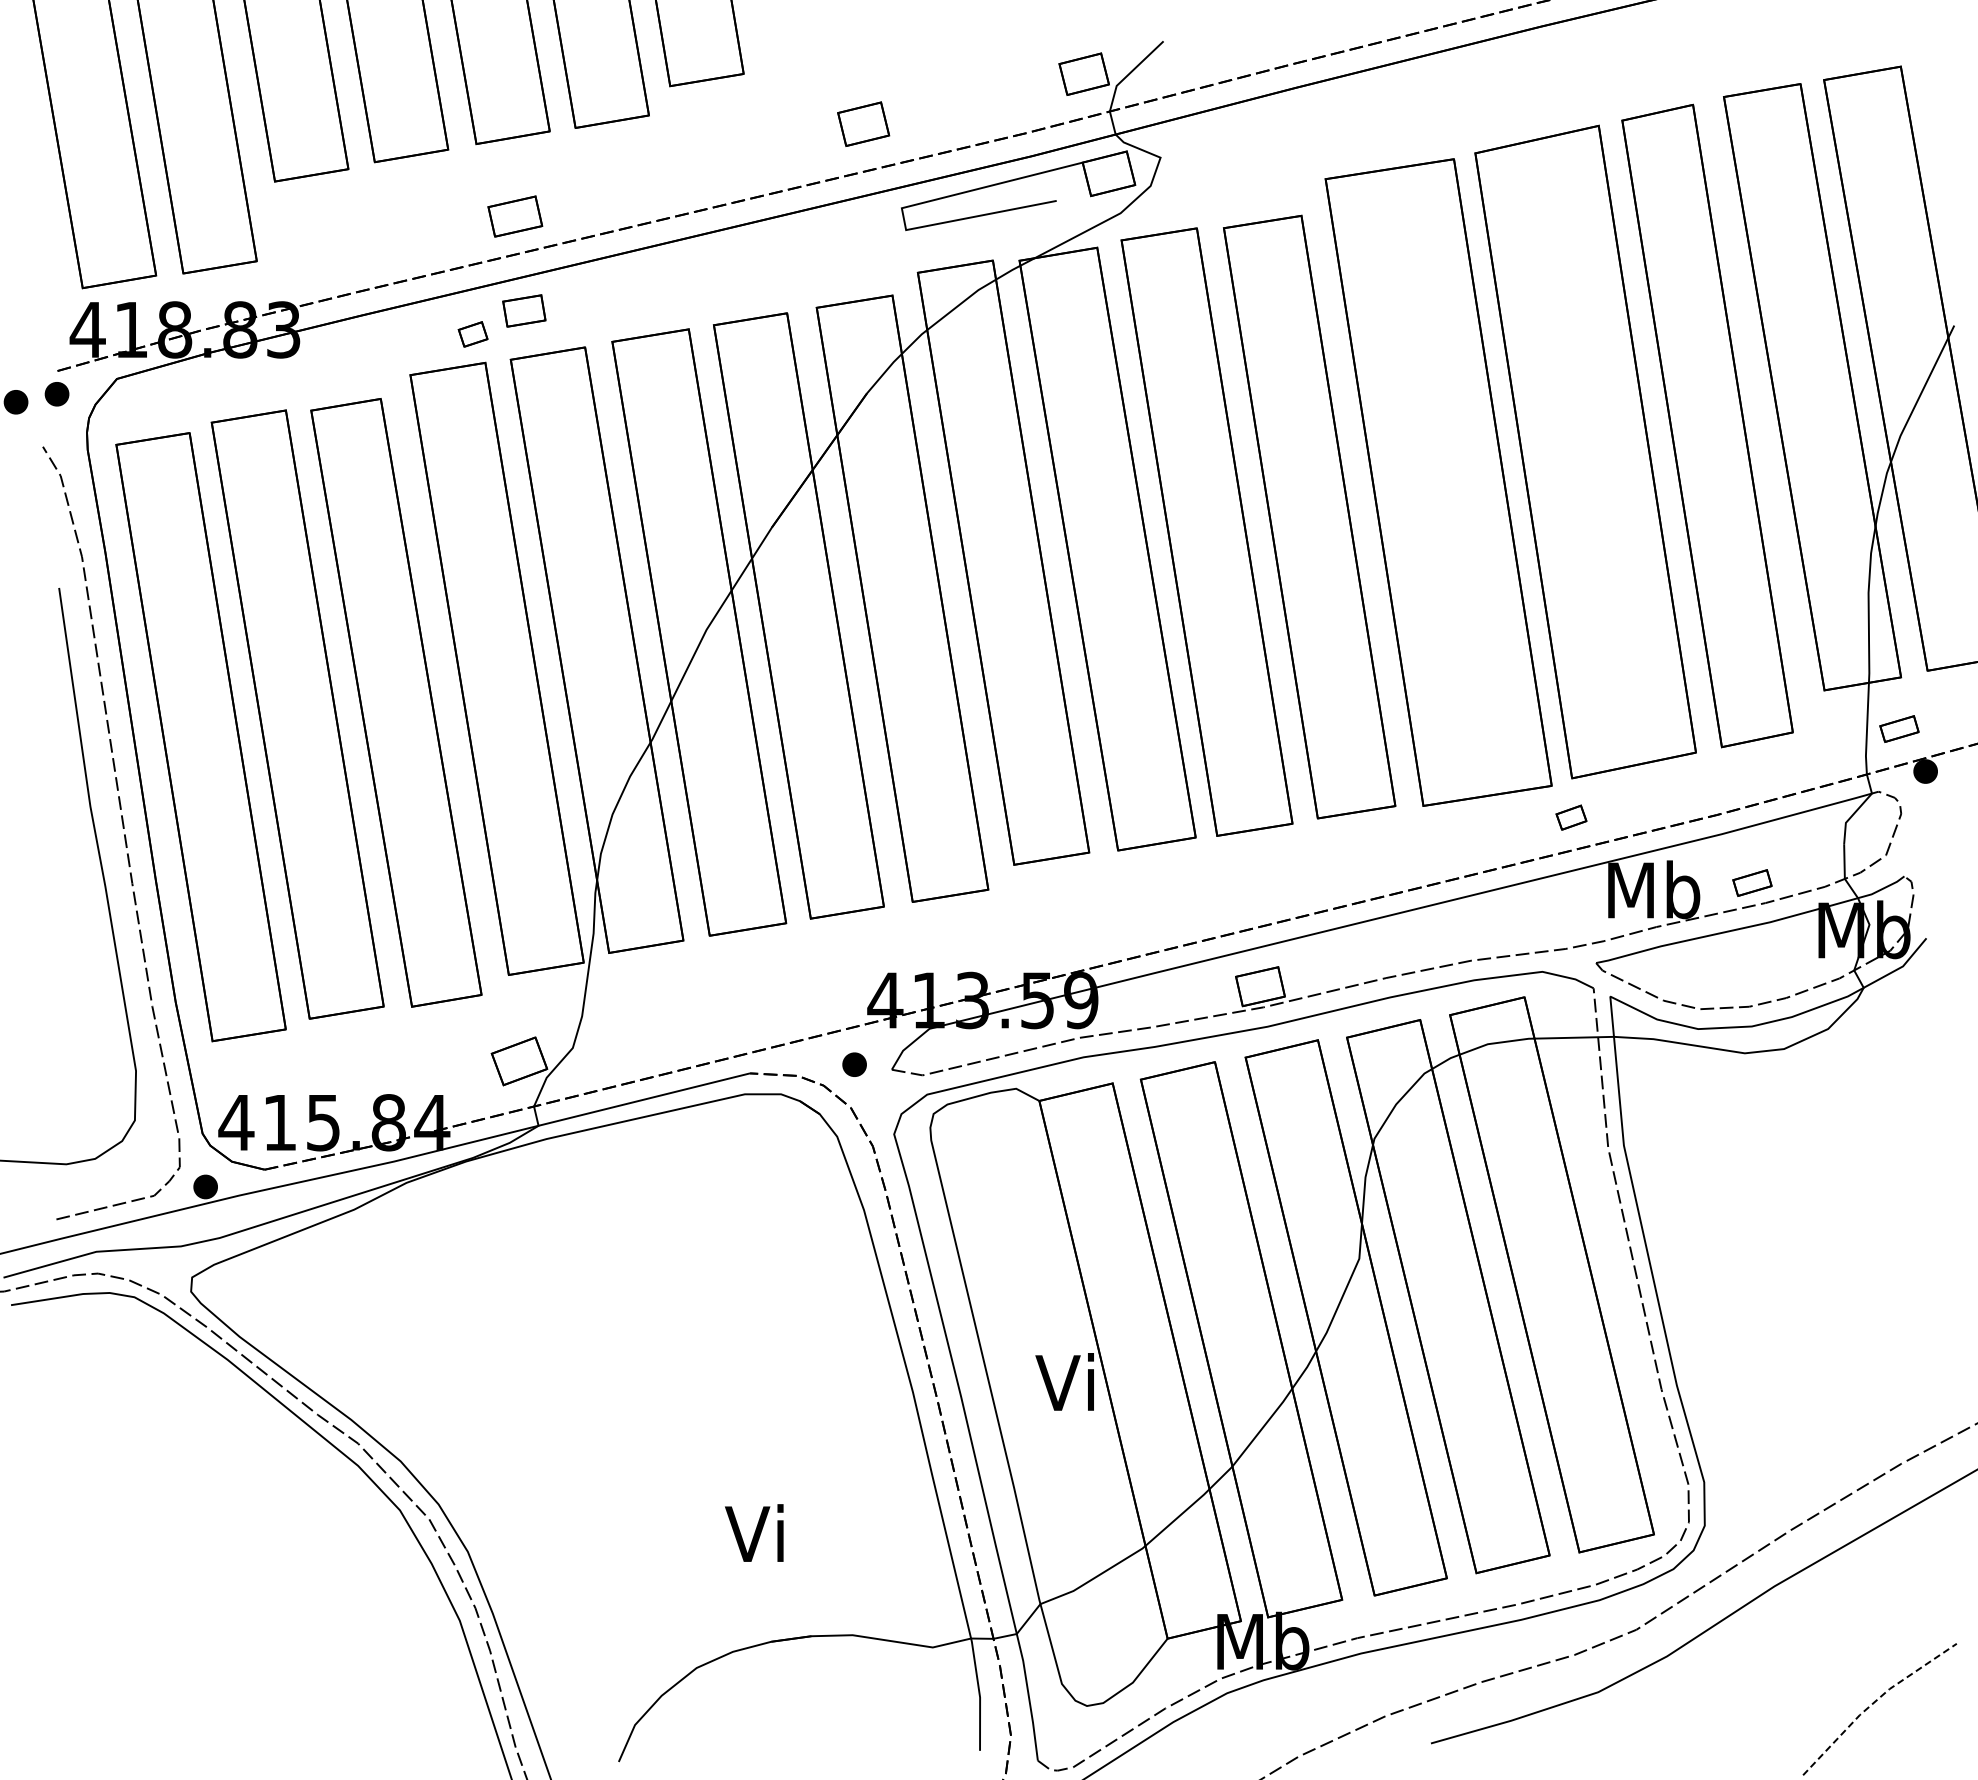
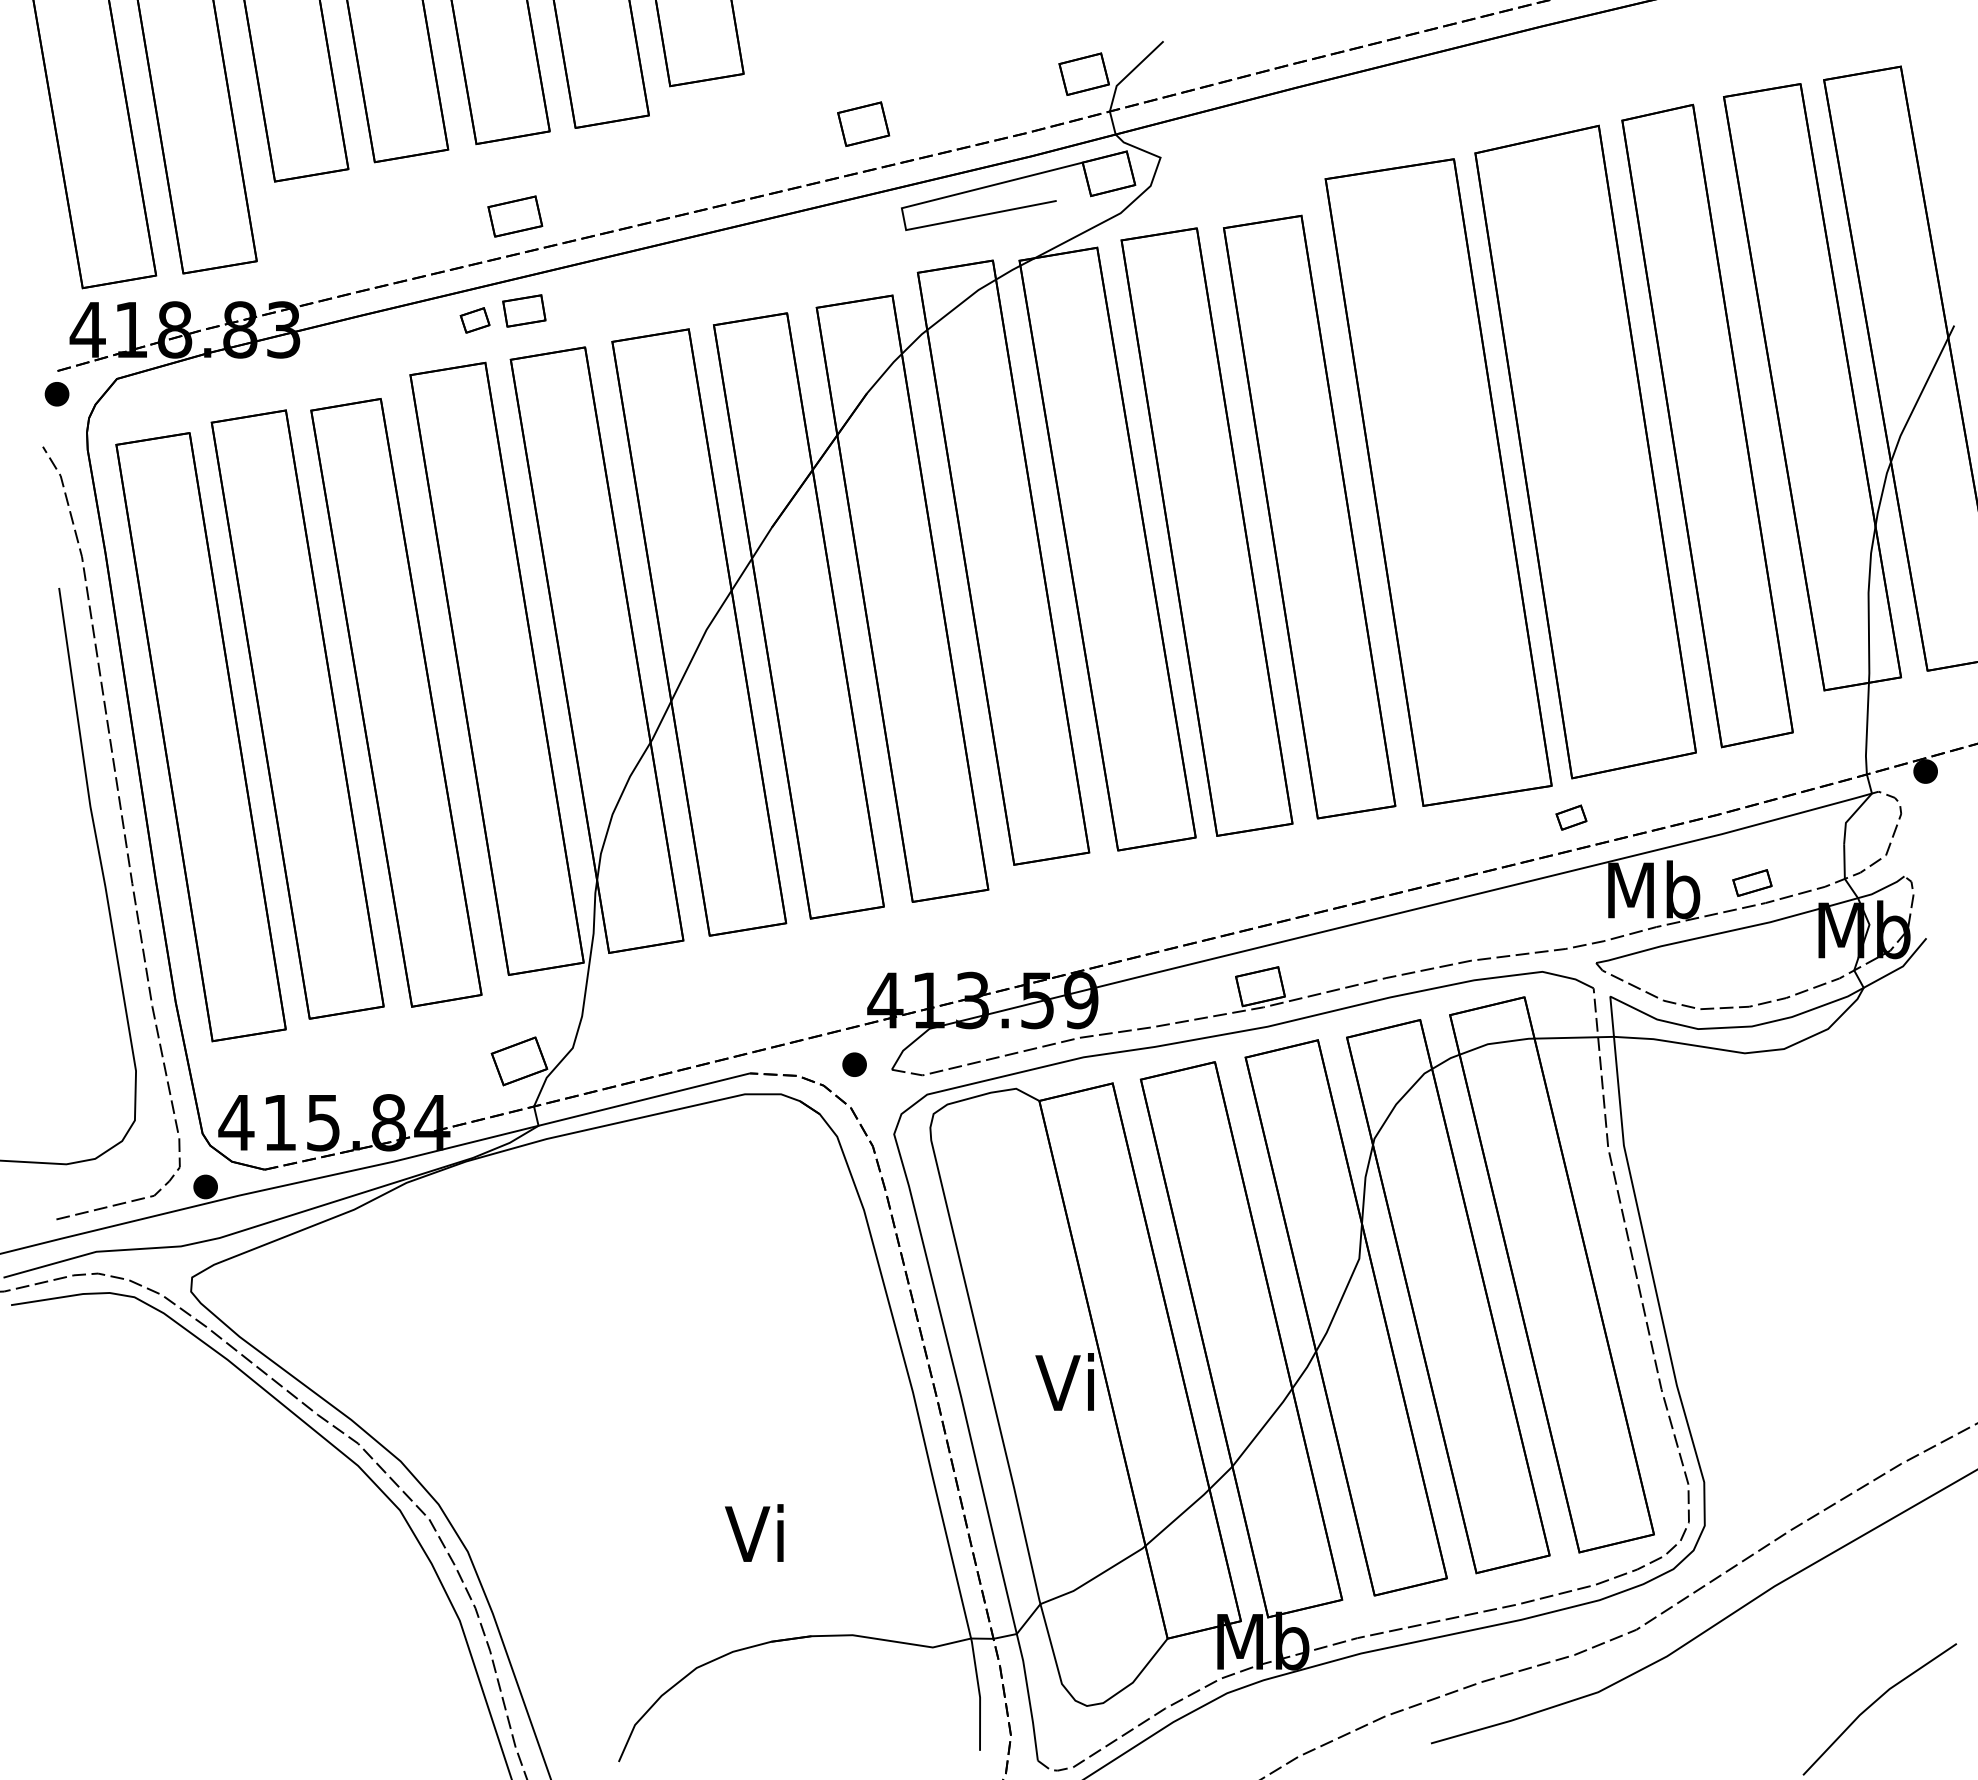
part at (472, 334) position: (472, 334) -> (474, 320)
part at (15, 402): present -> none
part at (1899, 728): present -> none
line at (1874, 1702): dashed -> solid
